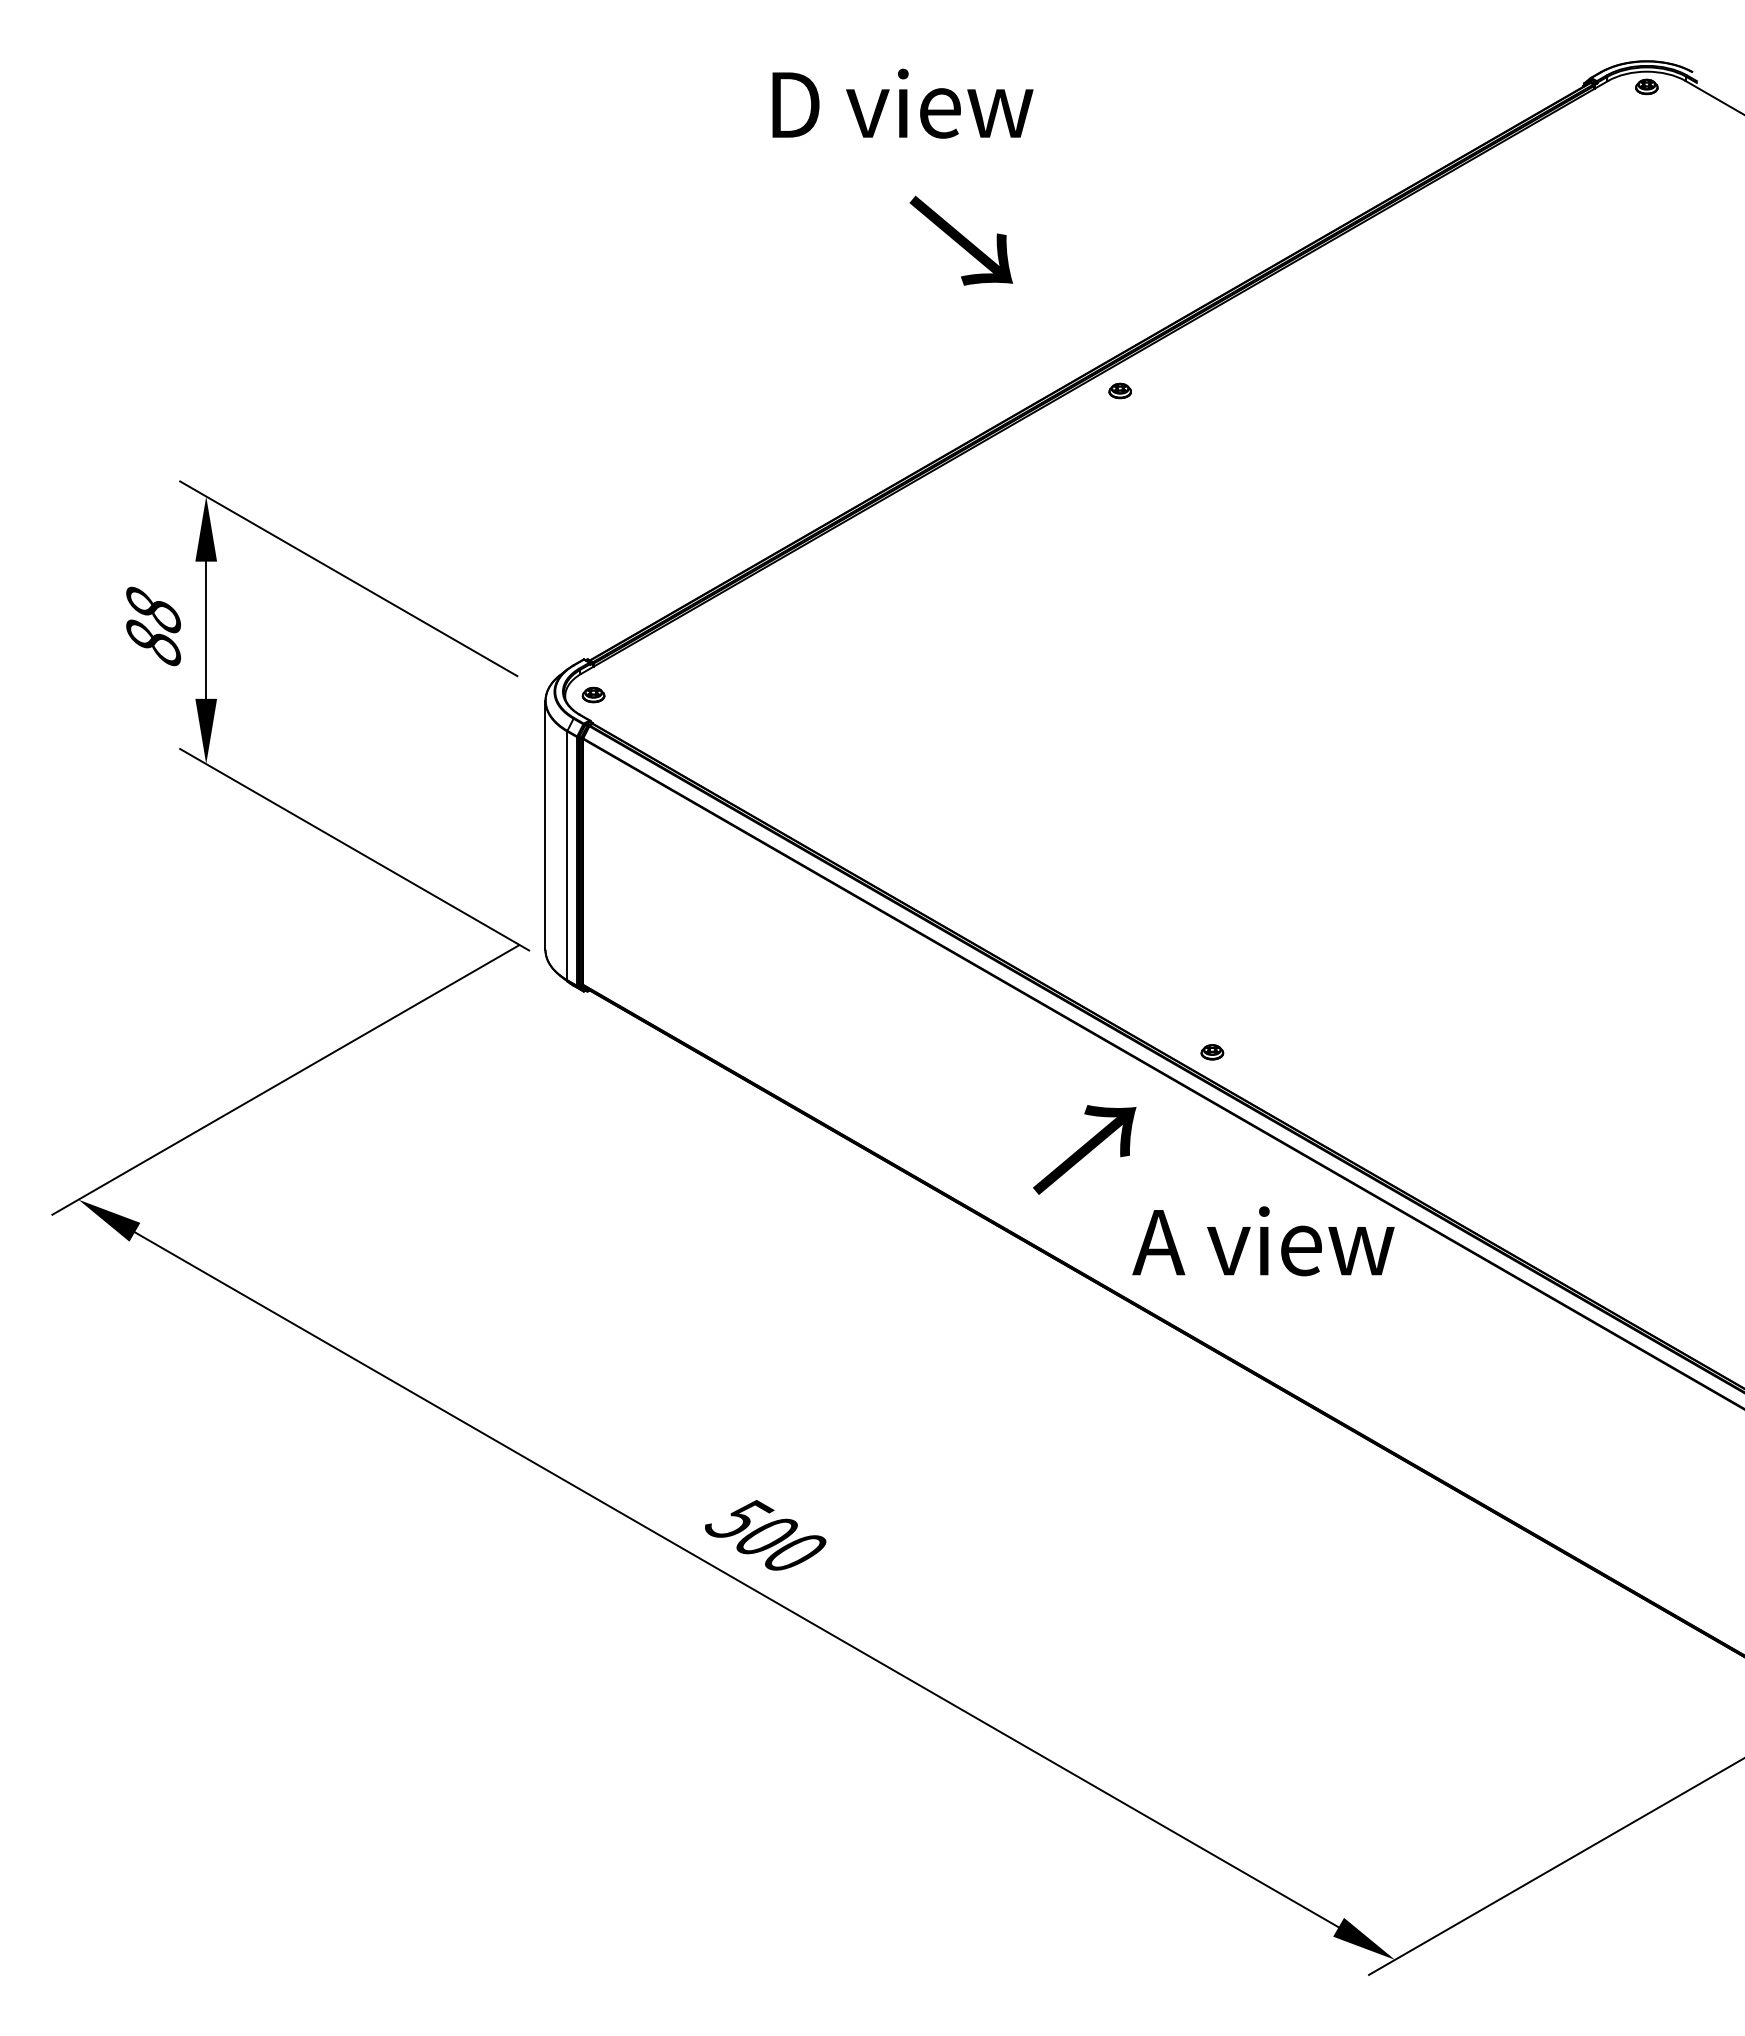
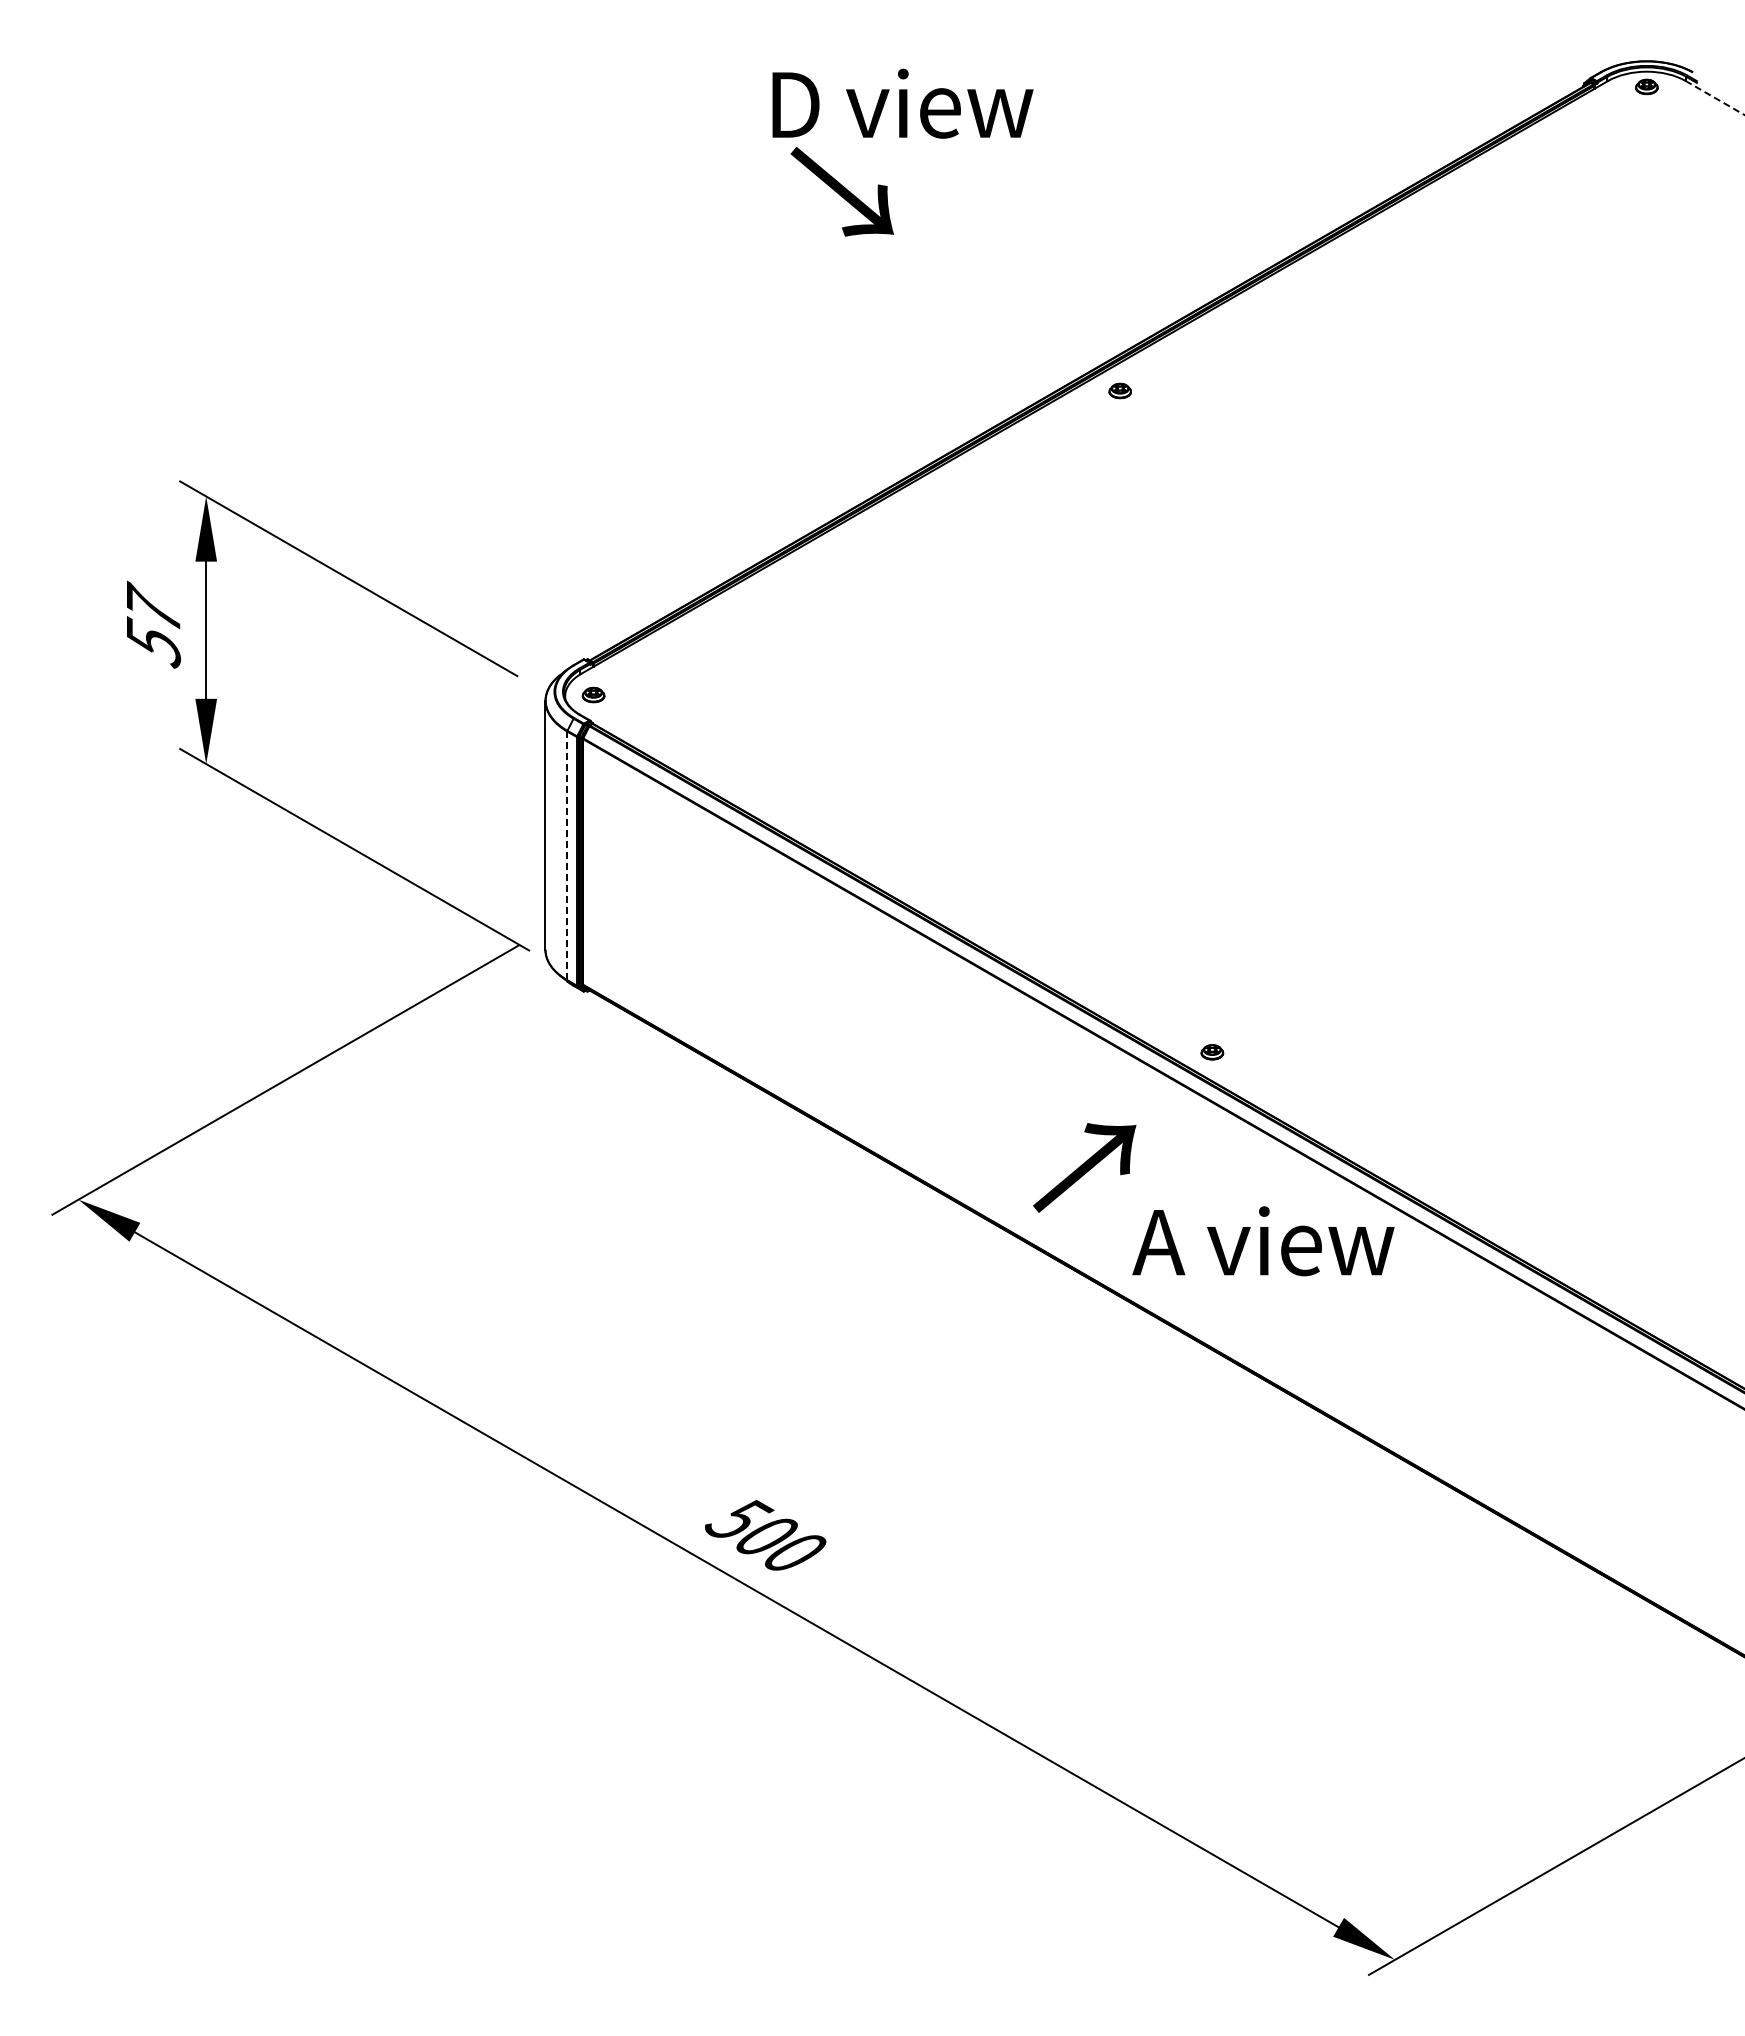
line at (1715, 97): solid -> dashed
text at (961, 240) position: (961, 240) -> (842, 191)
text at (153, 624): 88 -> 57
line at (567, 855): solid -> dashed
text at (1084, 1149) position: (1084, 1149) -> (1084, 1167)
